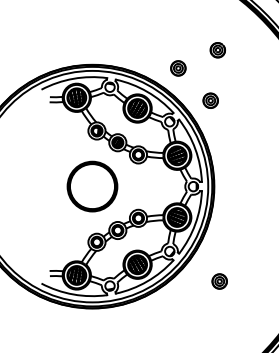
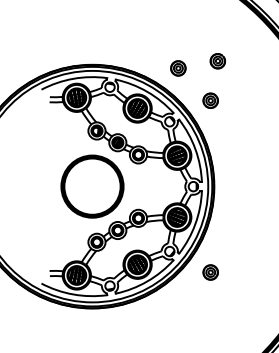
part at (217, 50) position: (217, 50) -> (217, 61)
part at (92, 186) size: 53x53 px -> 65x65 px
part at (219, 281) position: (219, 281) -> (210, 272)
